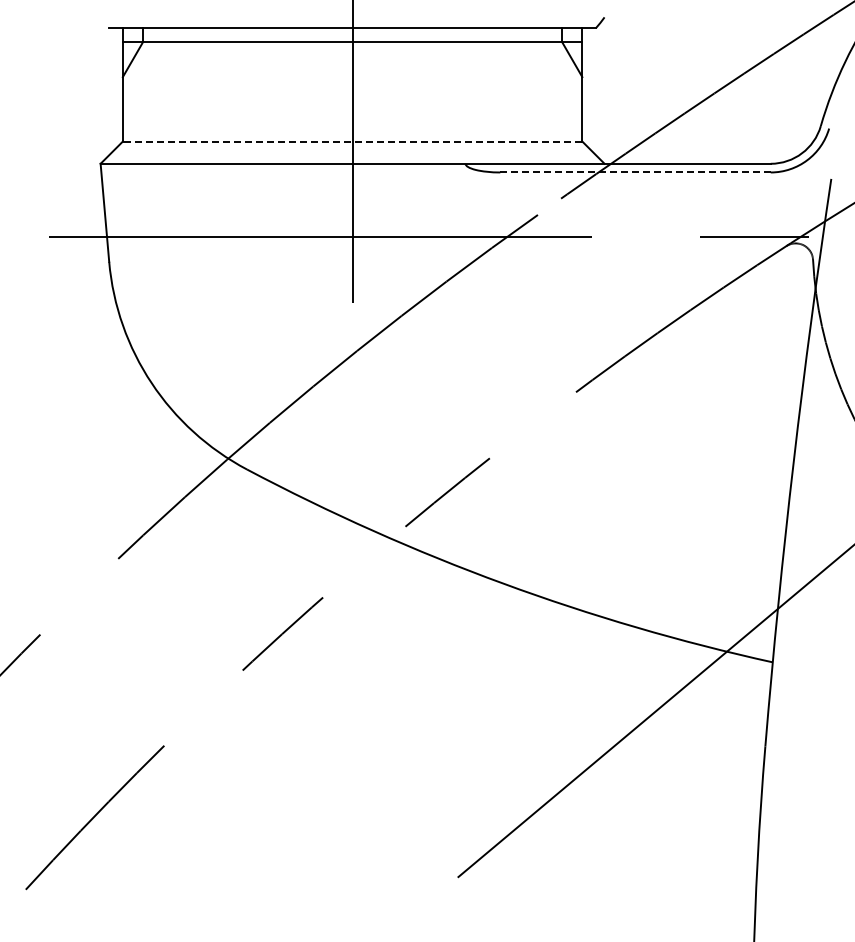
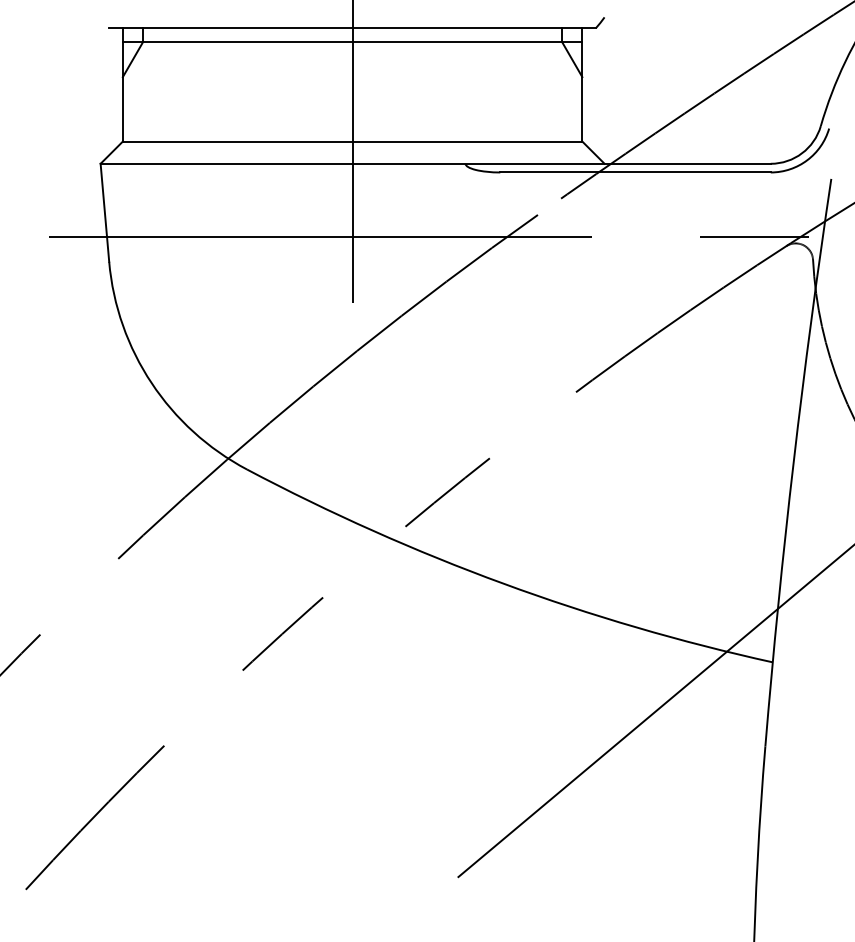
line at (352, 141): dashed -> solid
line at (636, 172): dashed -> solid
